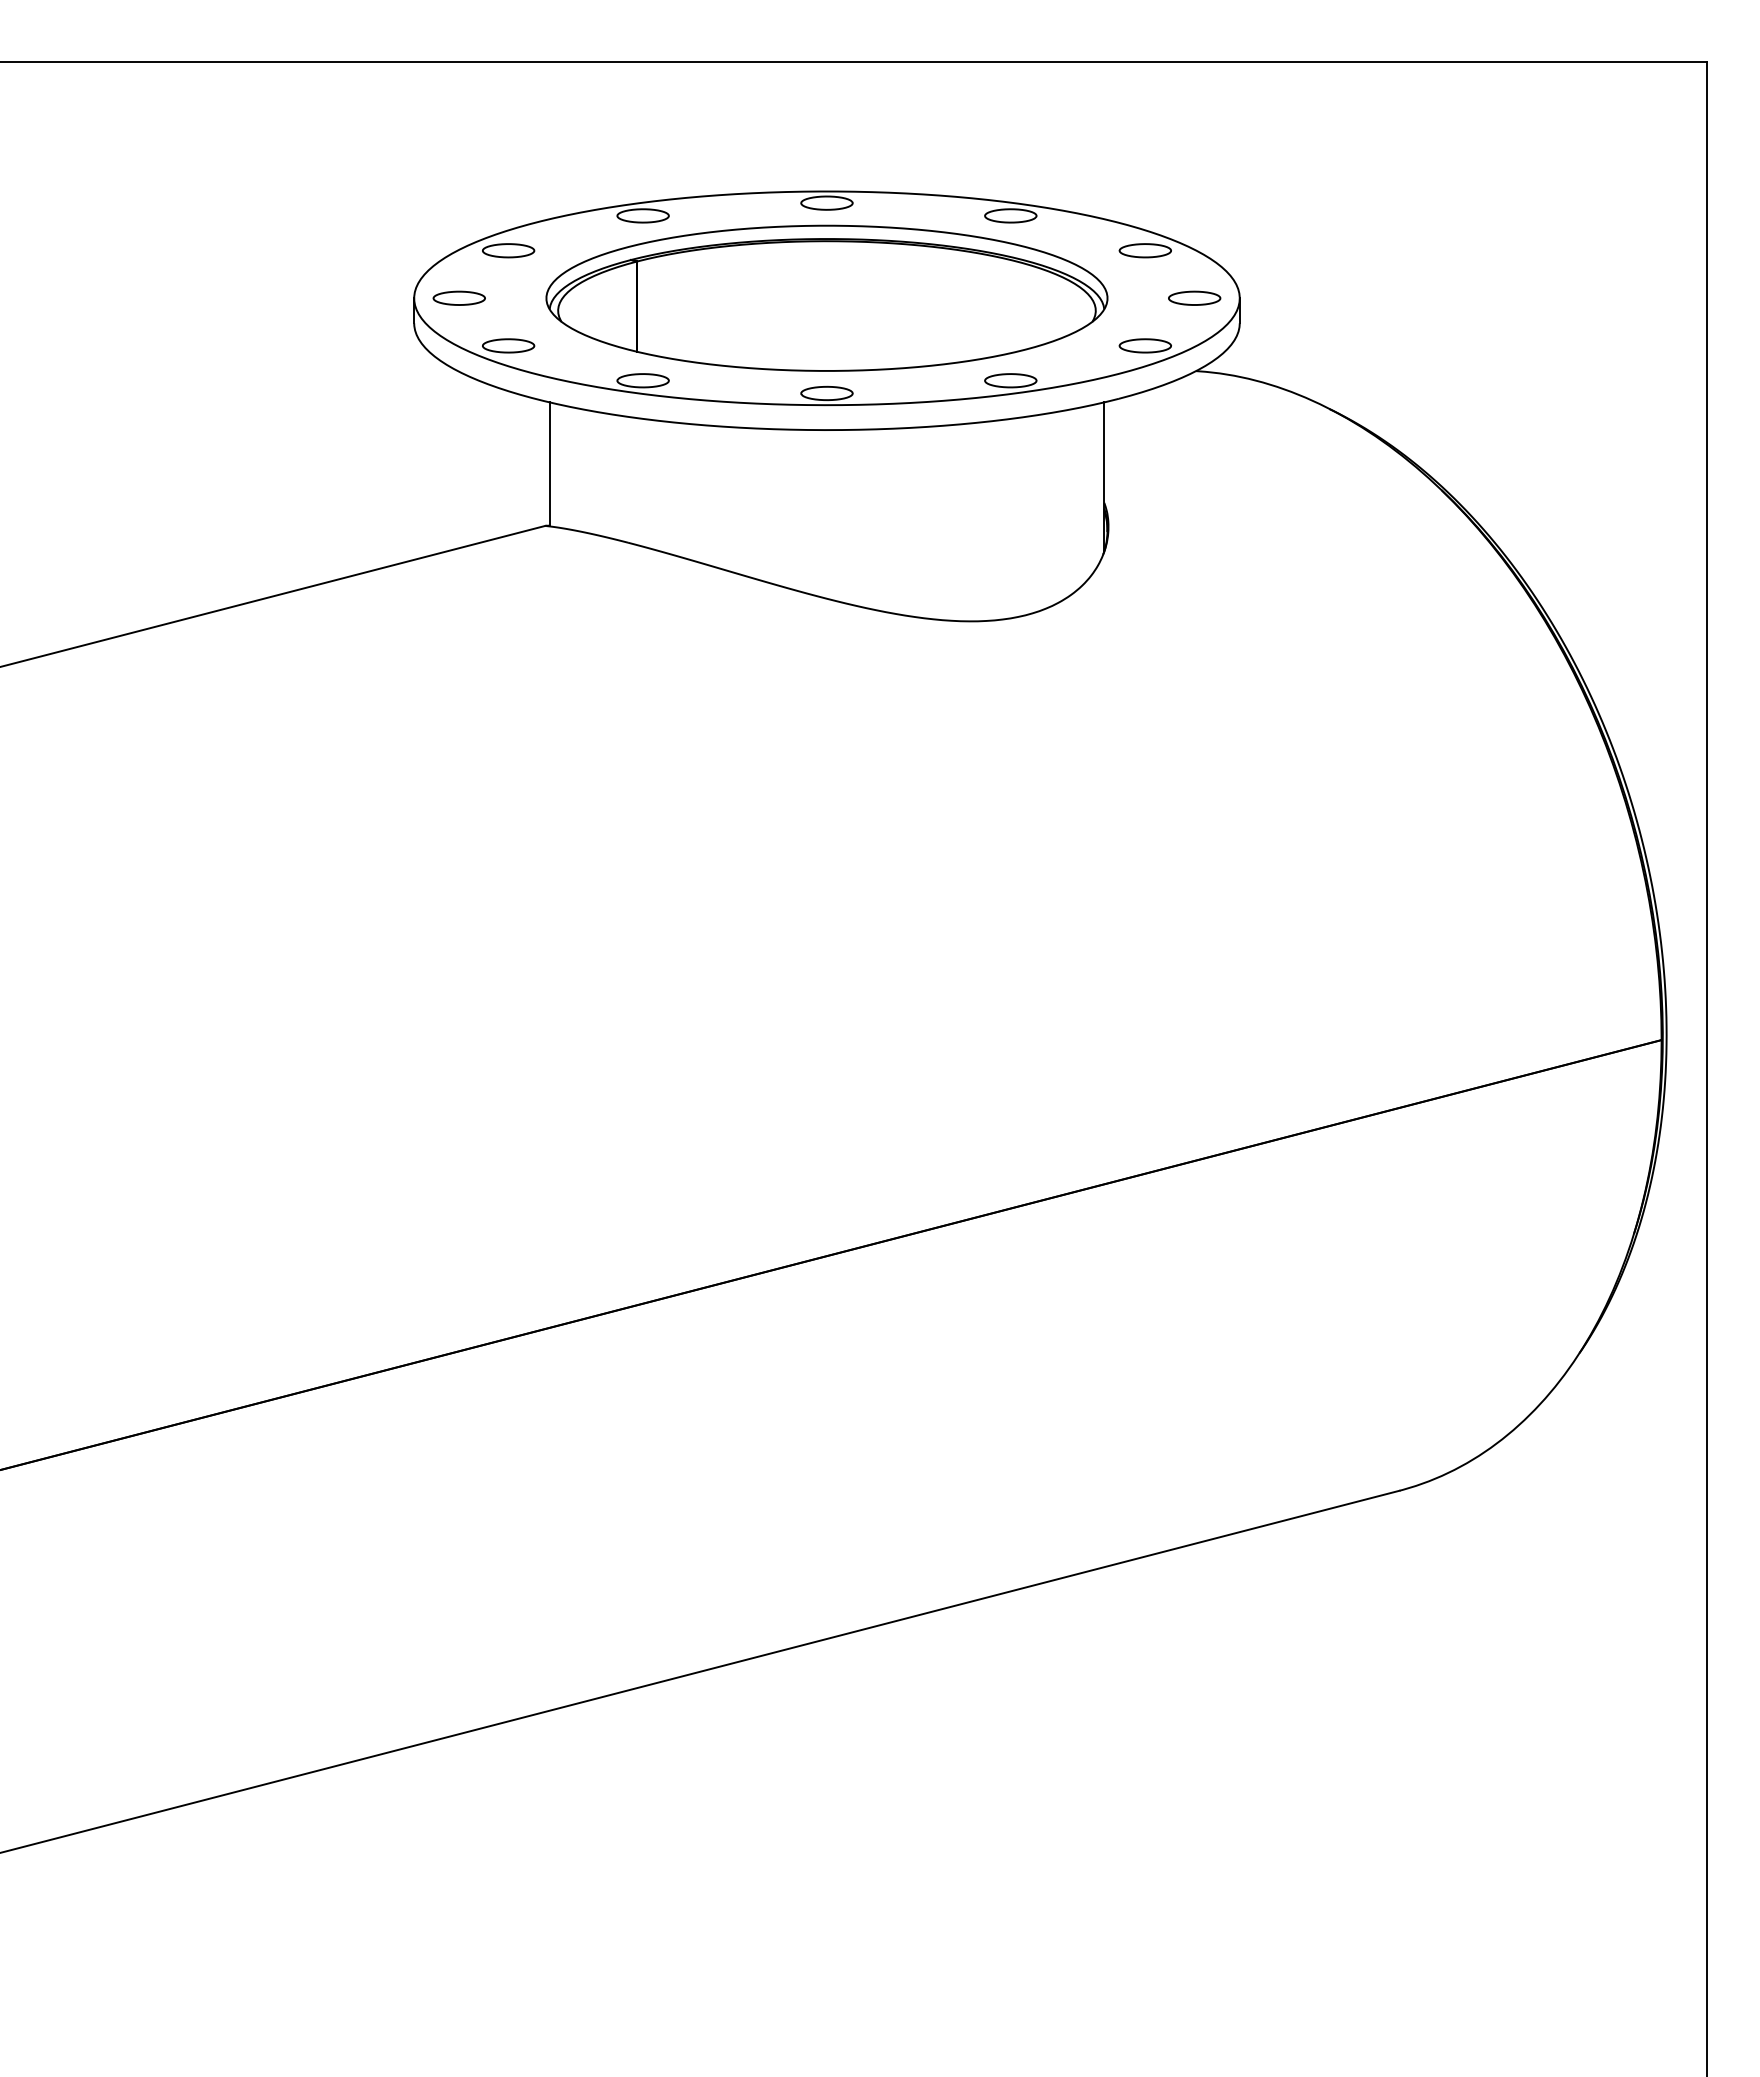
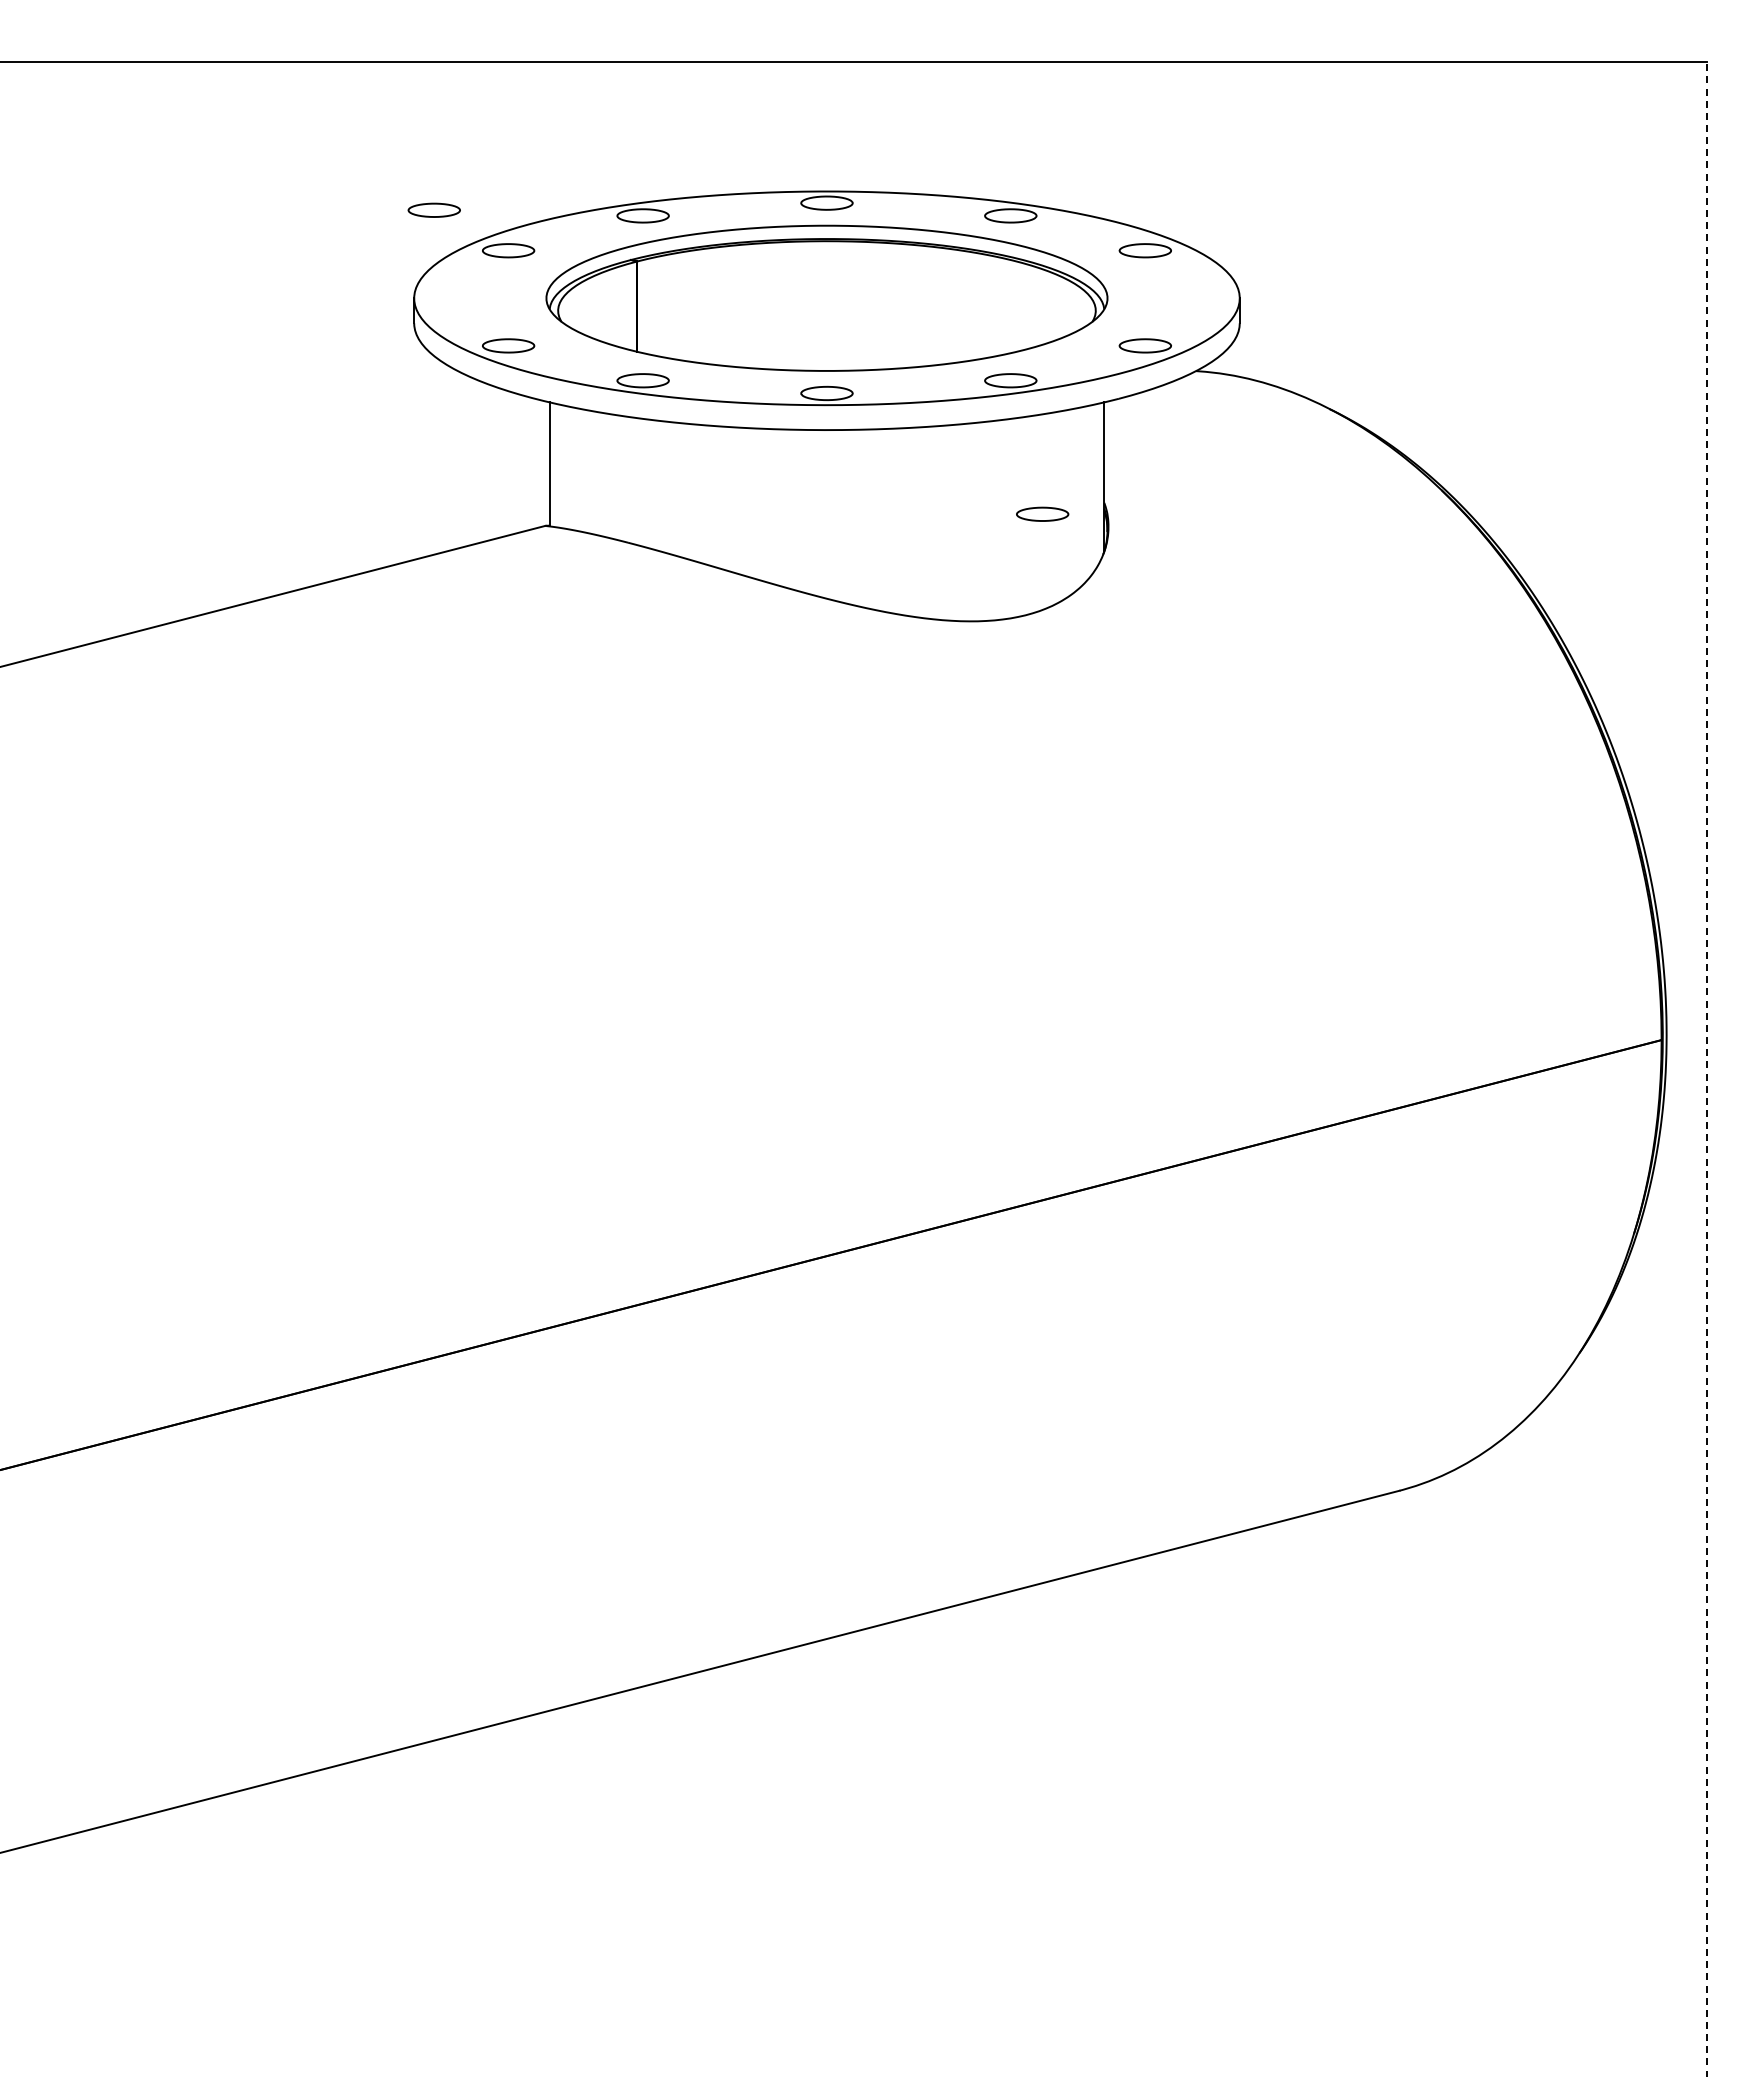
part at (458, 297) position: (458, 297) -> (433, 209)
part at (1194, 297) position: (1194, 297) -> (1042, 513)
line at (1707, 1069): solid -> dashed
